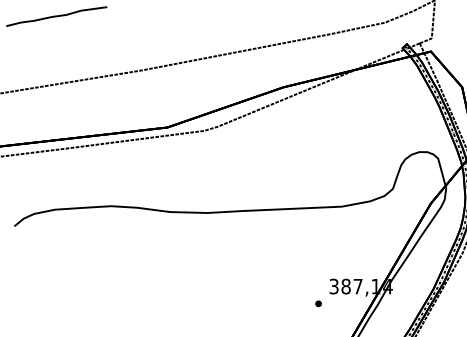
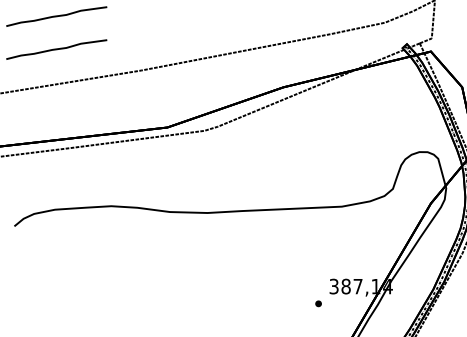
curve at (56, 49): none -> present
